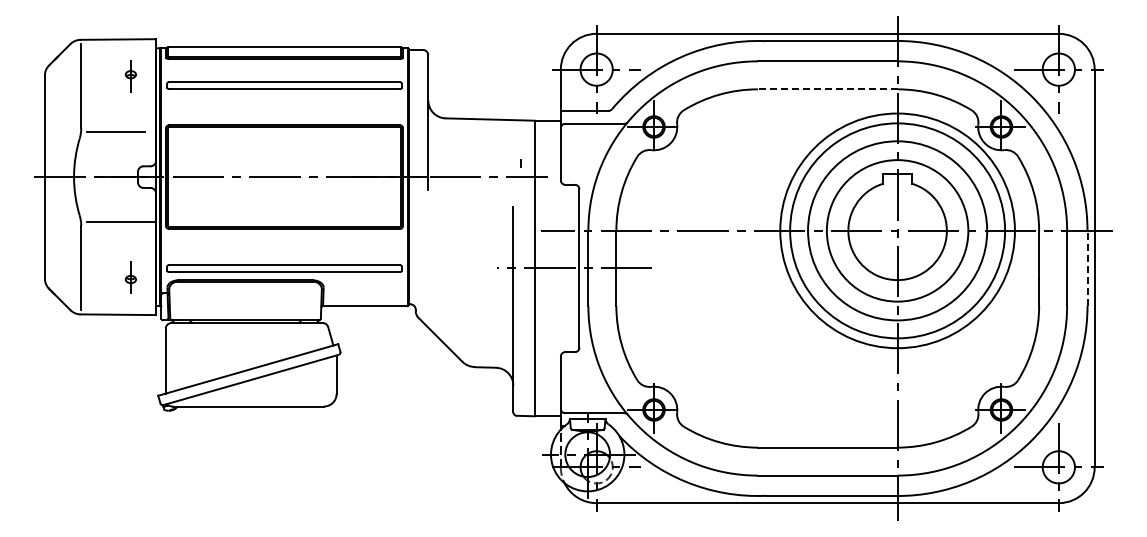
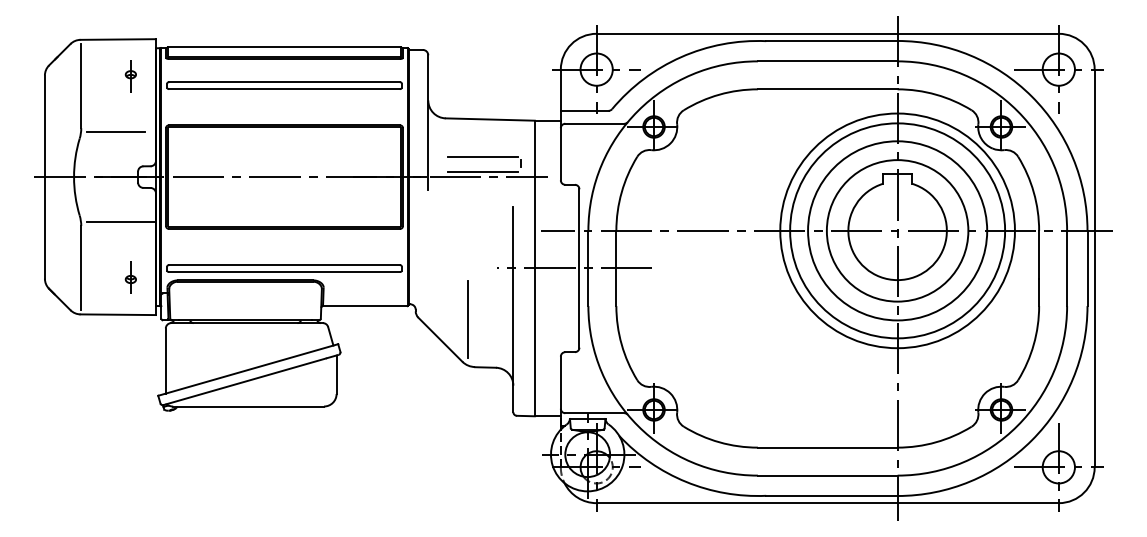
line at (827, 89): dashed -> solid
line at (482, 156): none -> present
line at (482, 171): none -> present
line at (1087, 268): dashed -> solid
line at (467, 319): none -> present
